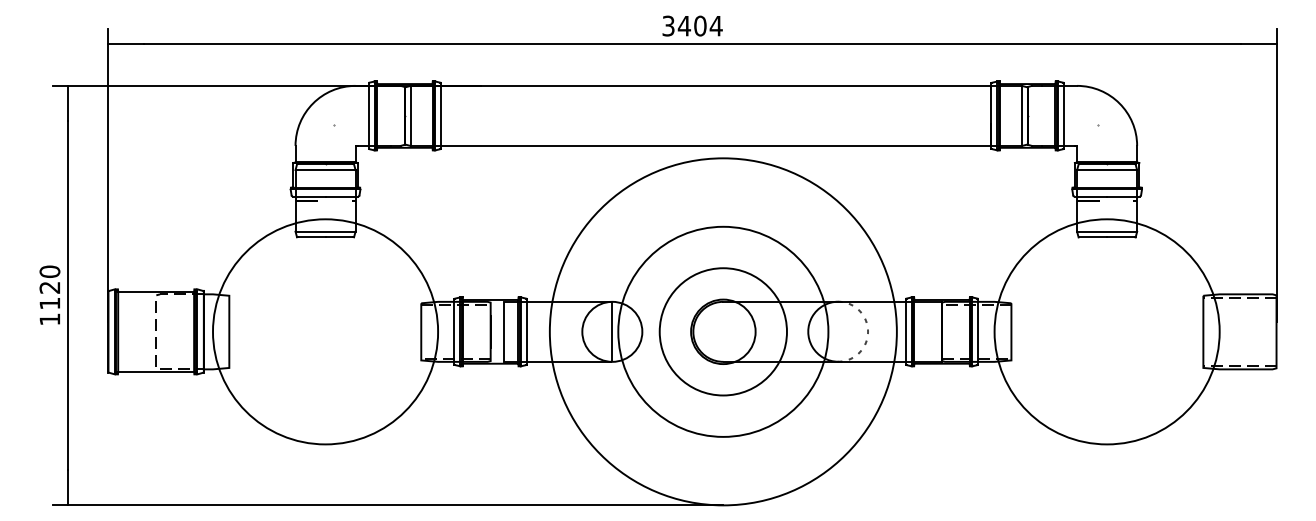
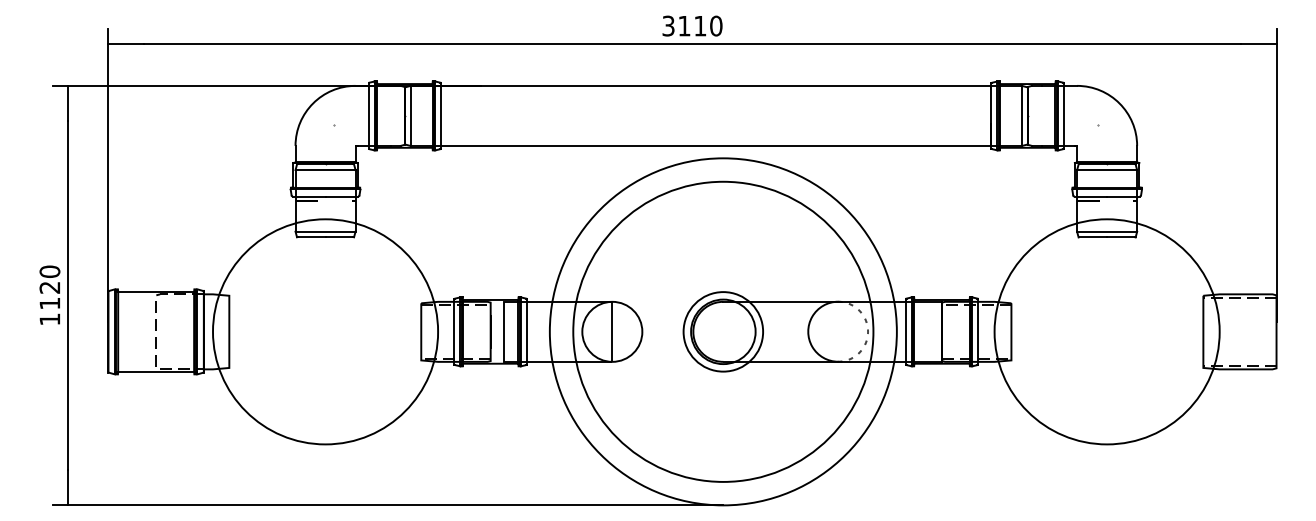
text at (699, 25): 3404 -> 3110
circle at (722, 331) diameter: 127 px -> 80 px
circle at (723, 331) diameter: 210 px -> 300 px
